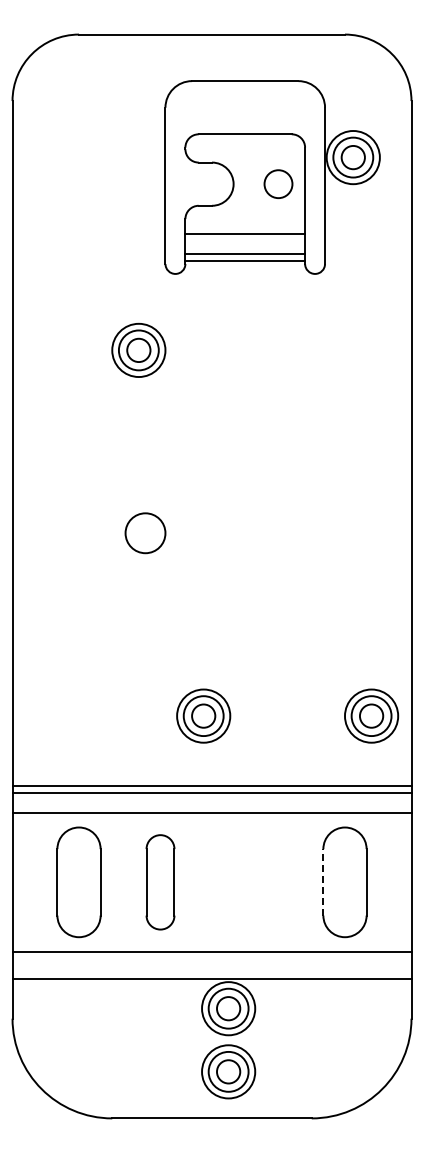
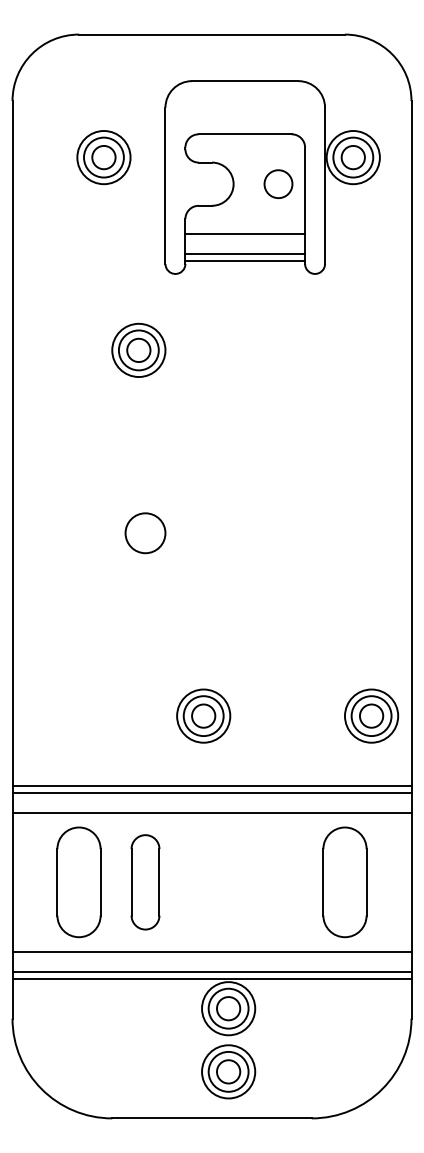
part at (103, 157): none -> present
line at (323, 881): dashed -> solid
part at (160, 882) position: (160, 882) -> (145, 882)
line at (211, 972): none -> present
